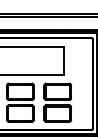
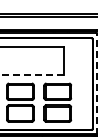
line at (32, 74): solid -> dashed
line at (97, 84): solid -> dashed
